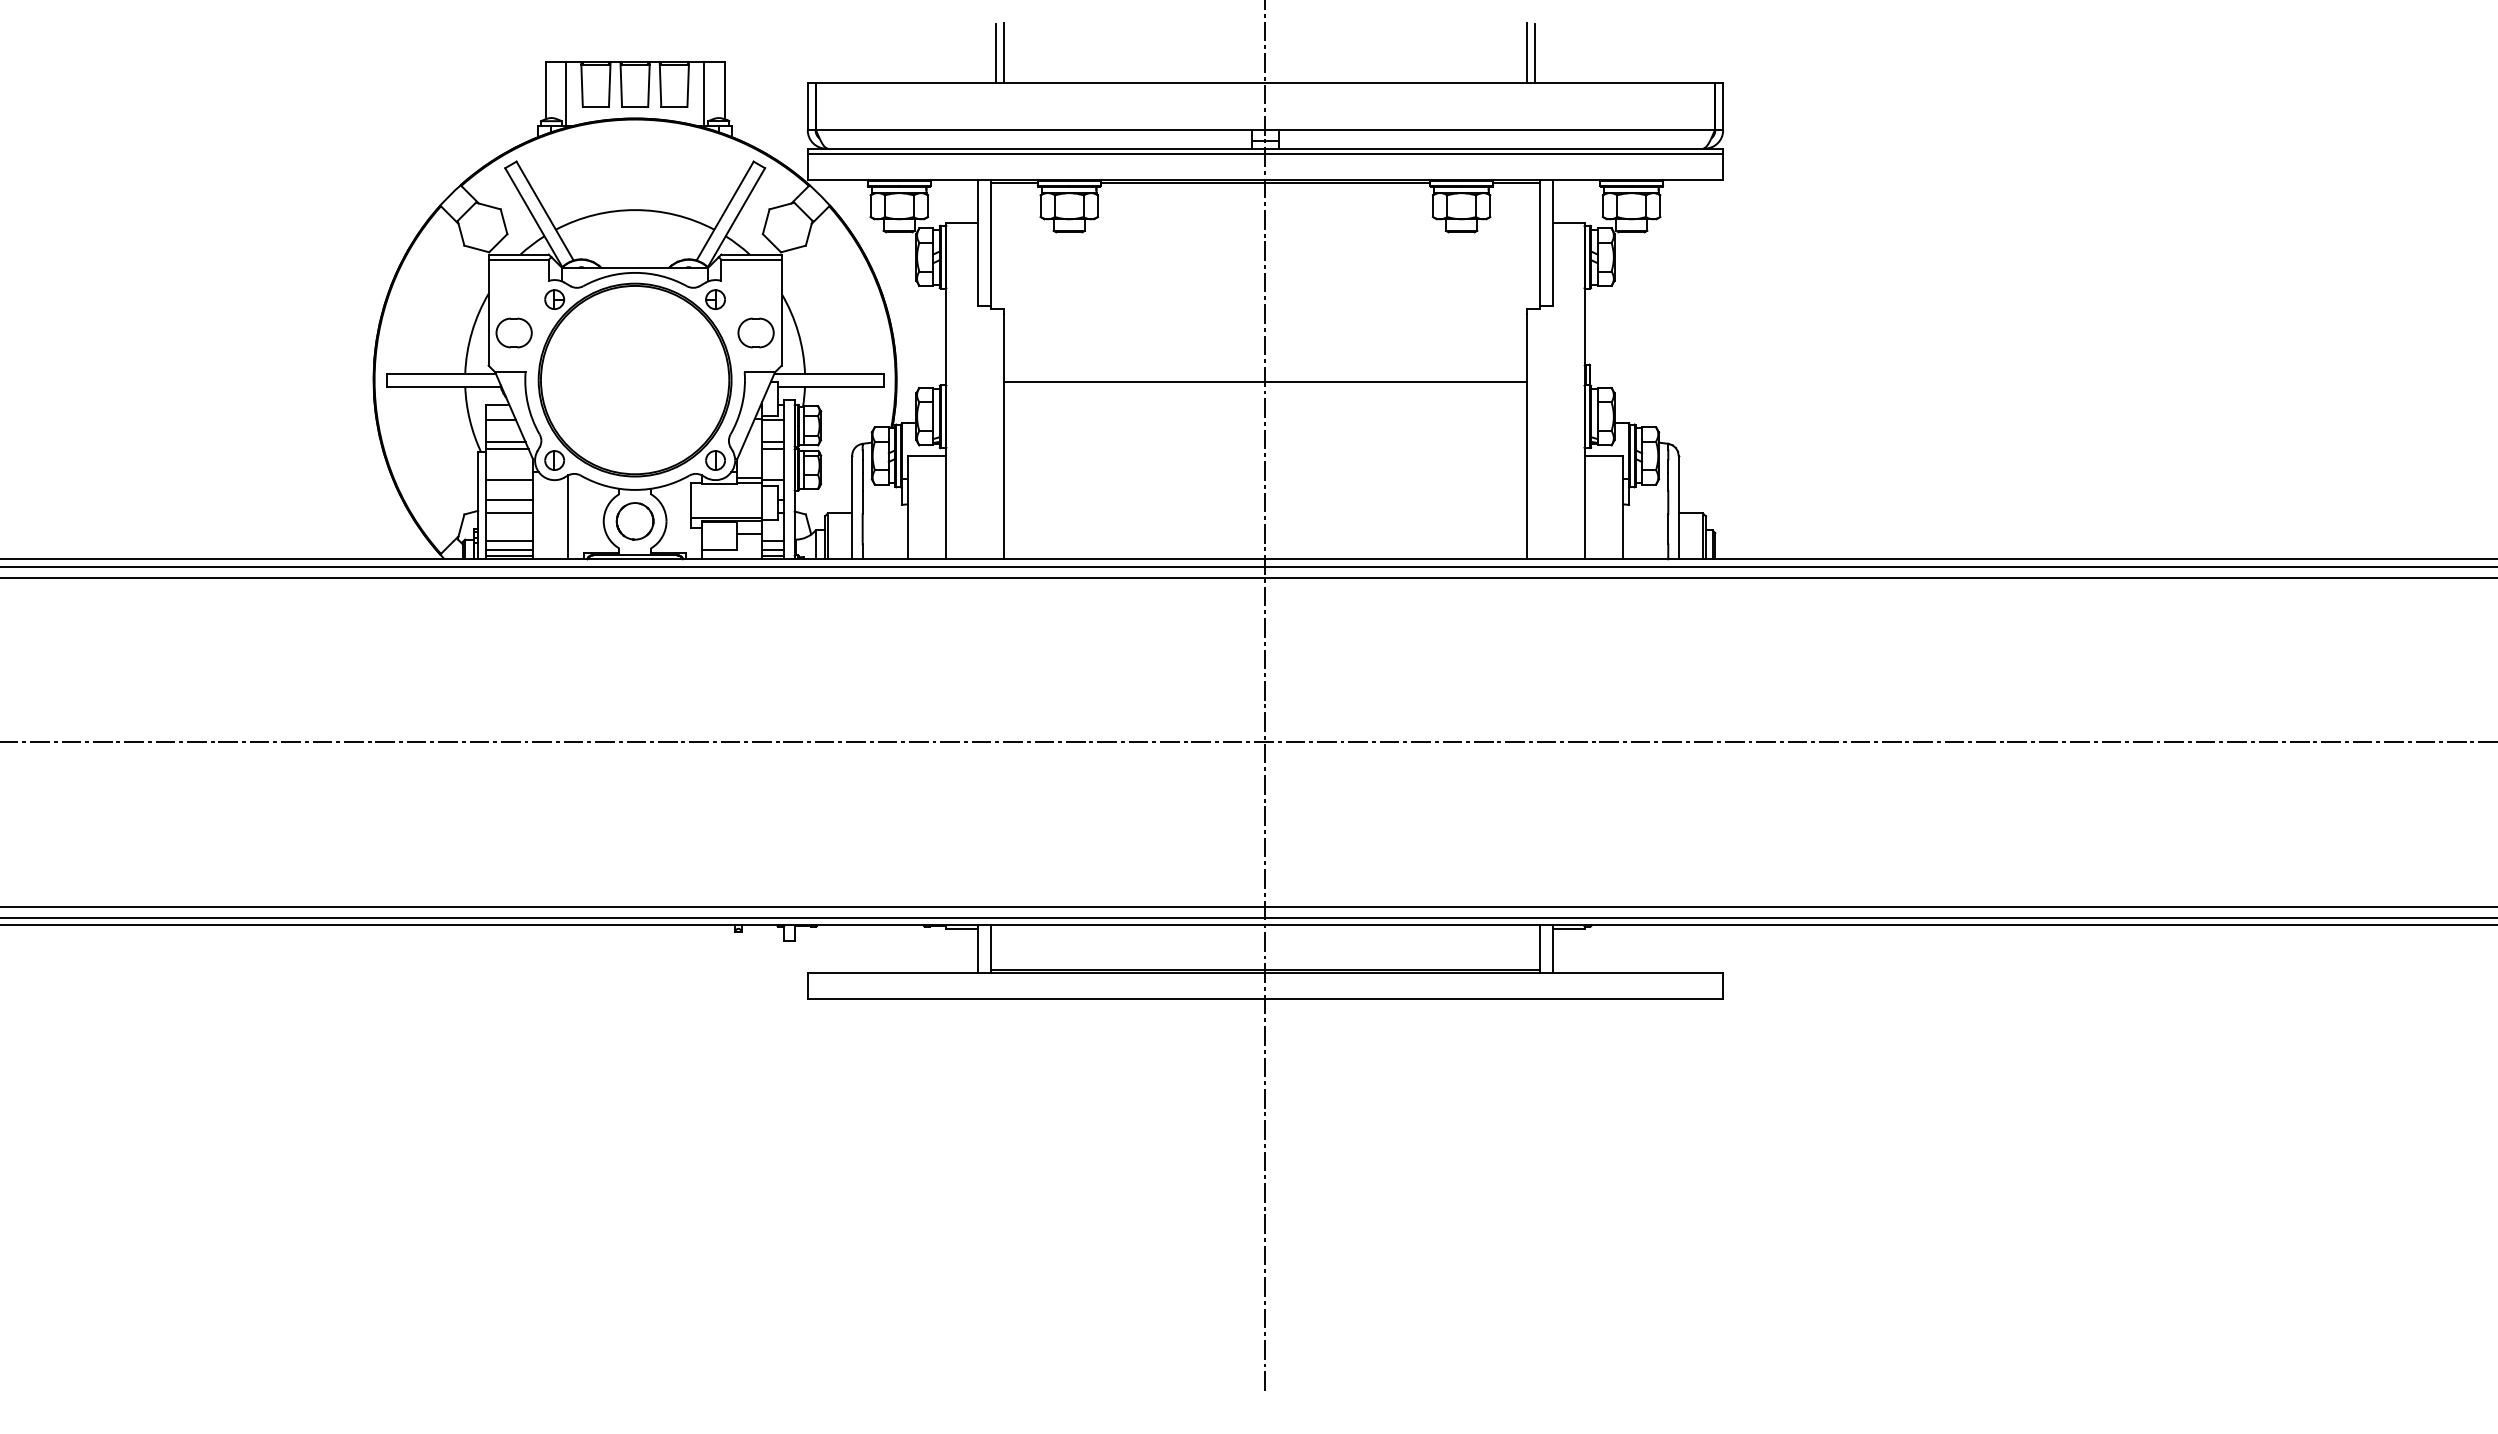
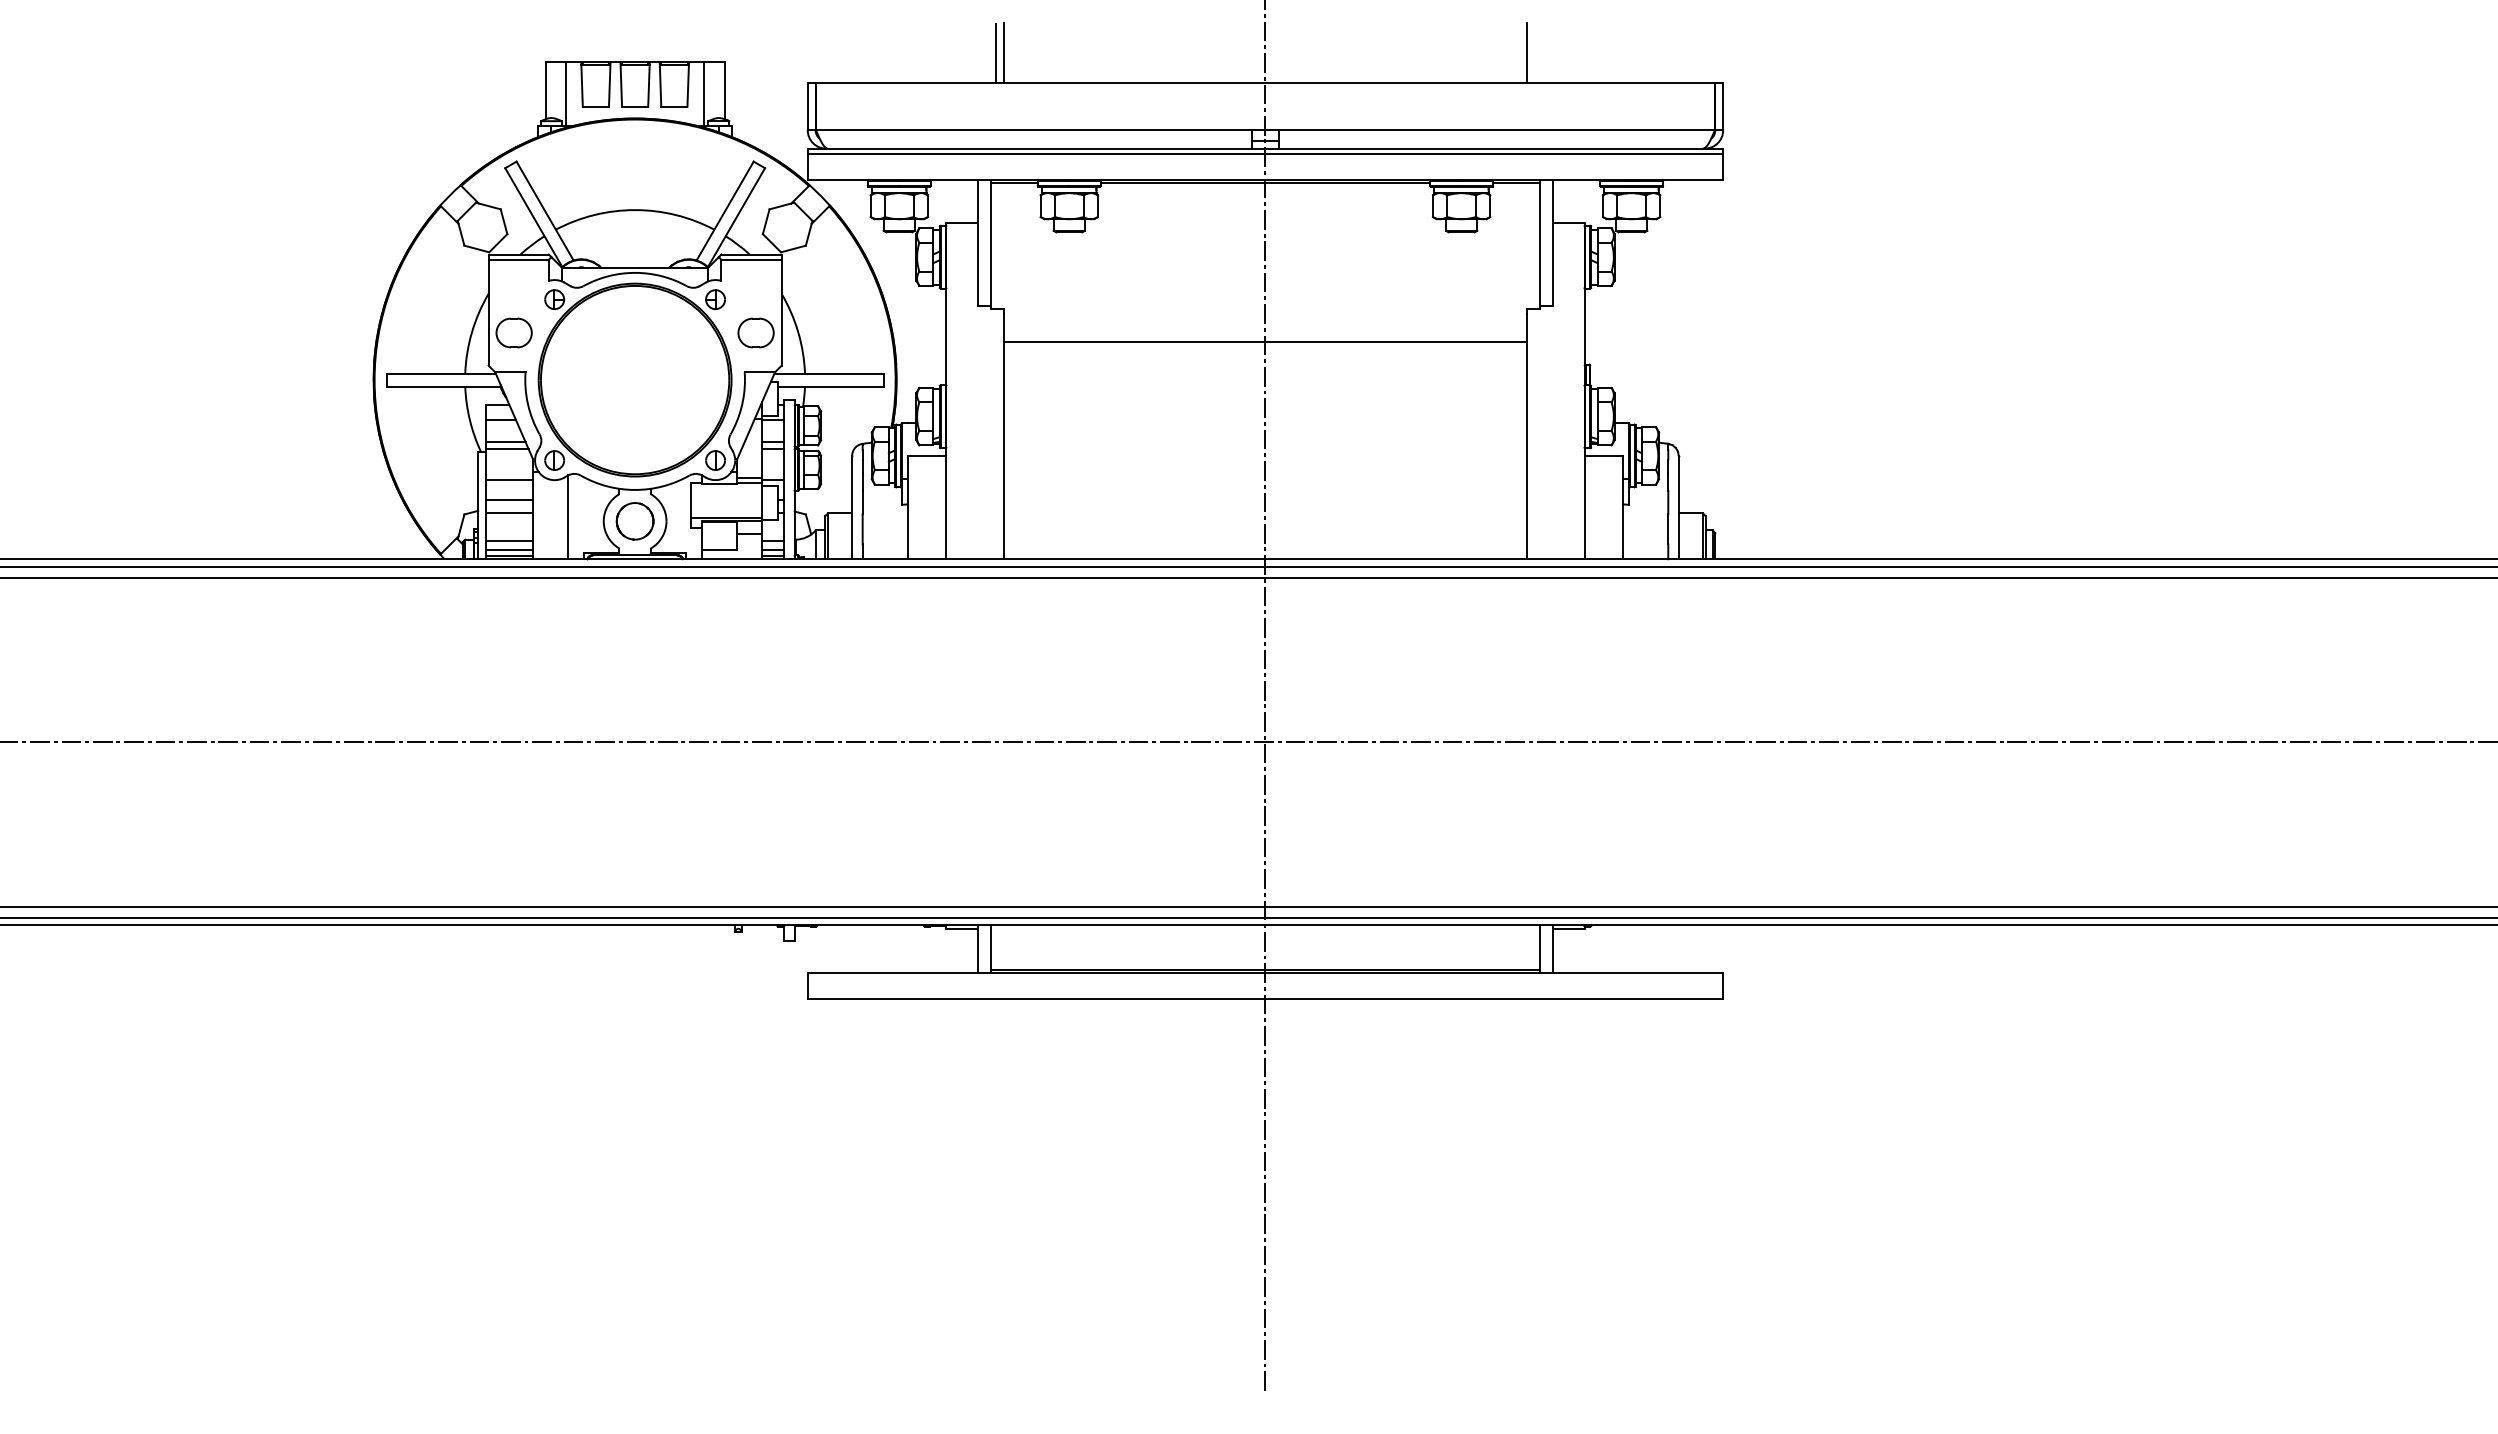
line at (1534, 53): present -> none
line at (1265, 382) position: (1265, 382) -> (1265, 342)
